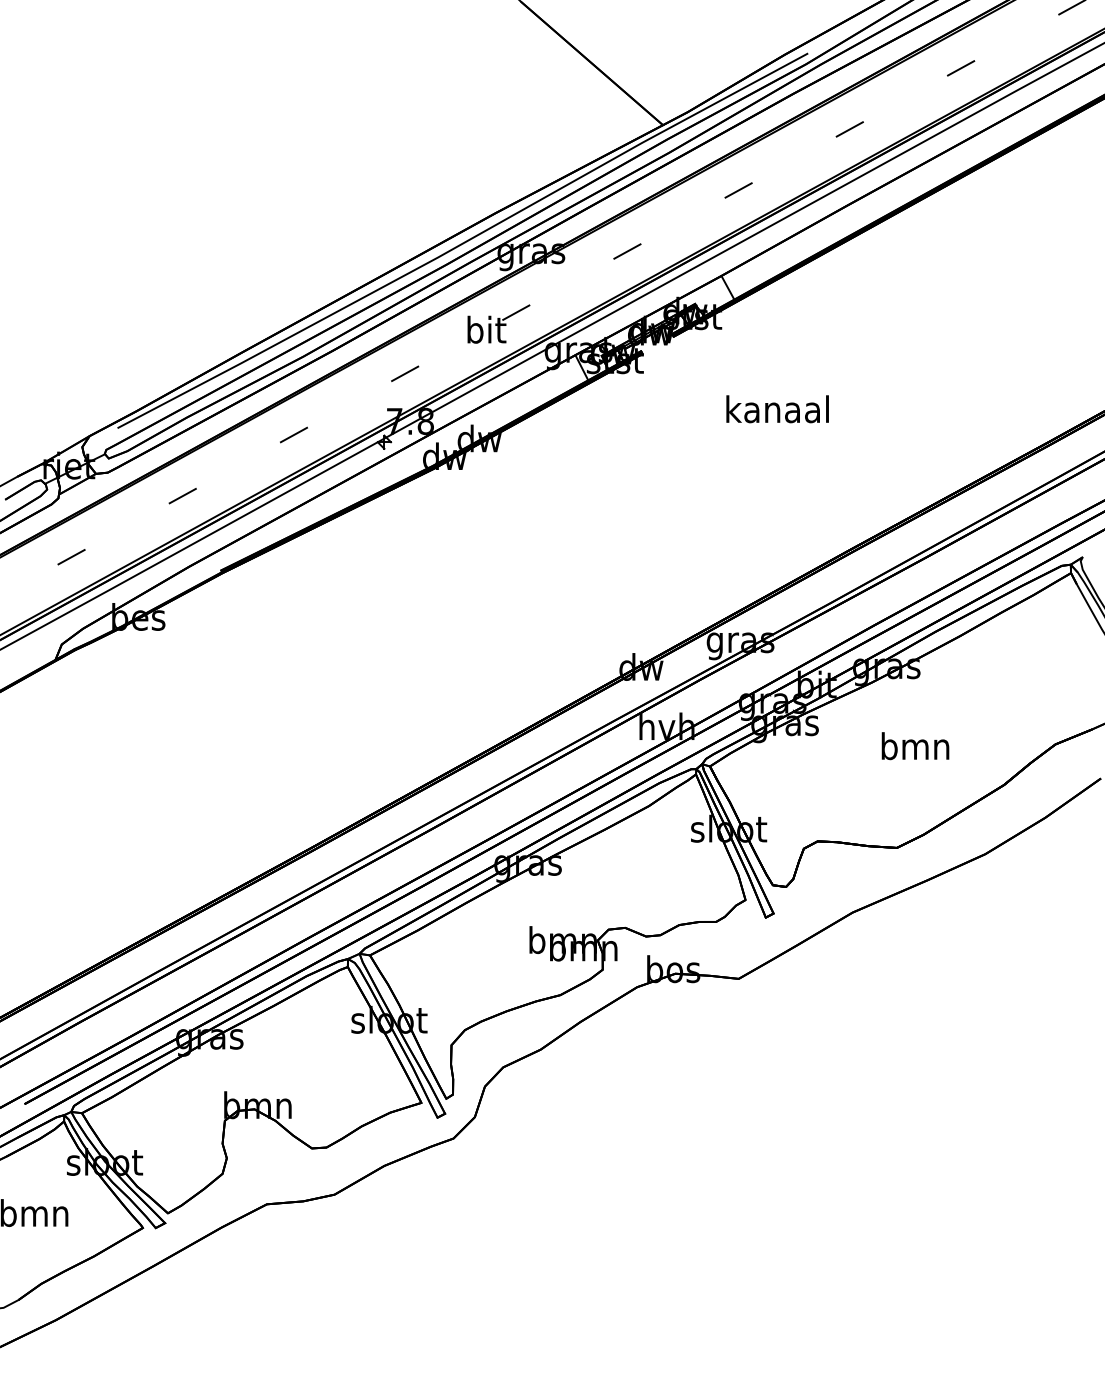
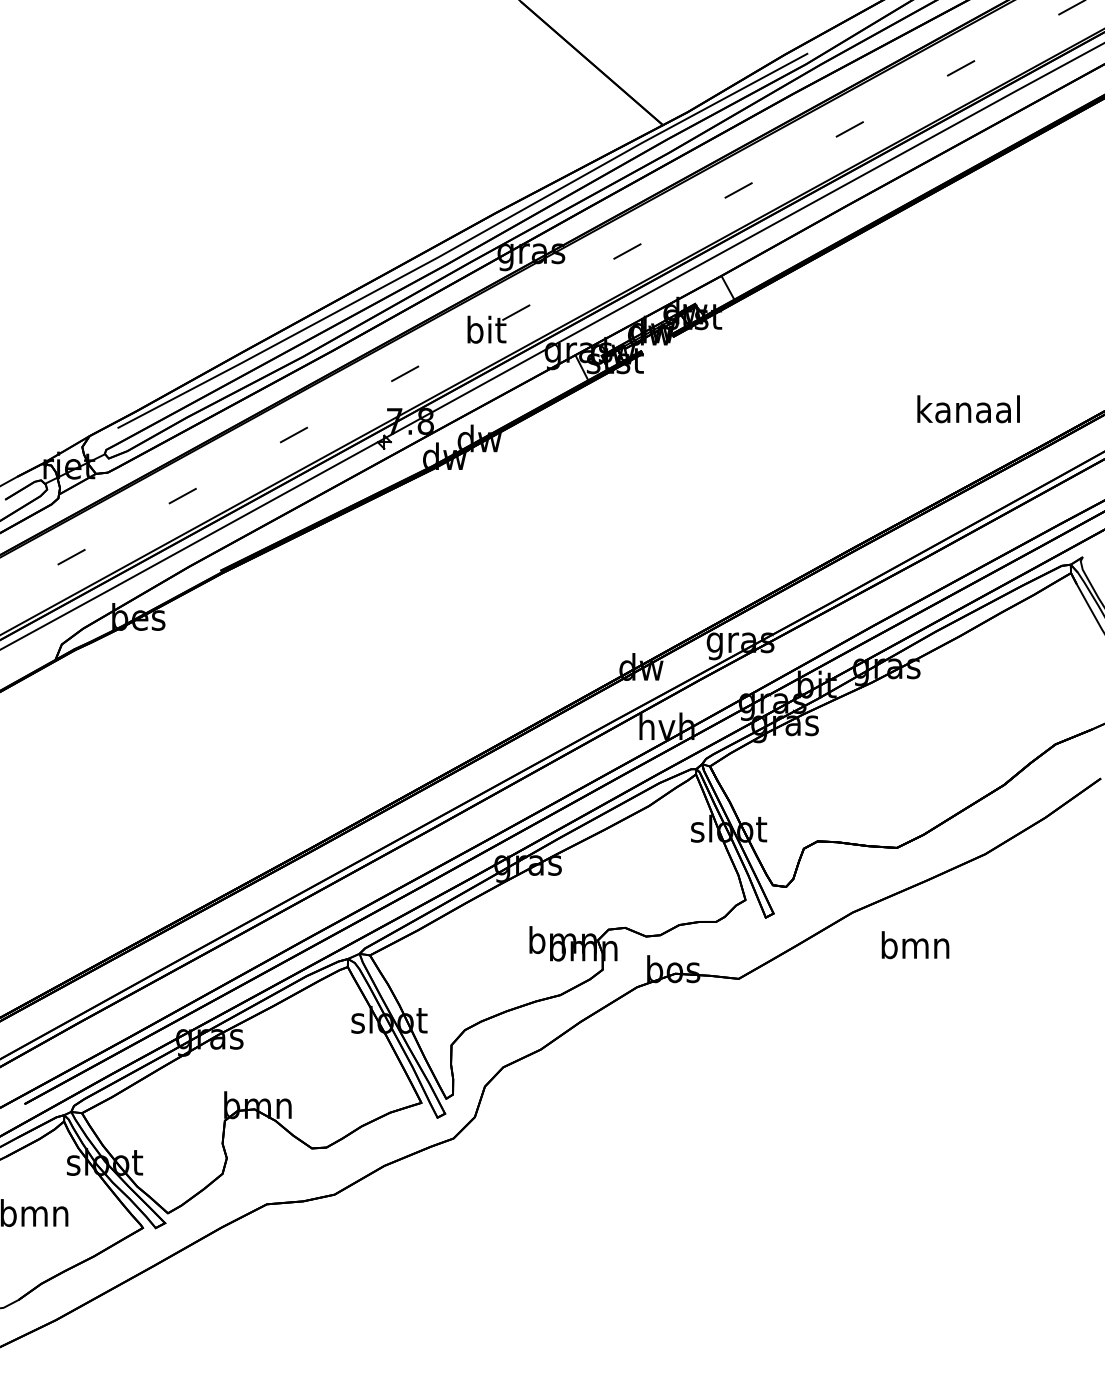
text at (777, 409) position: (777, 409) -> (968, 409)
text at (915, 746) position: (915, 746) -> (915, 945)
